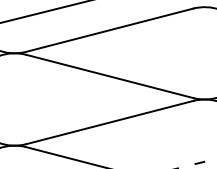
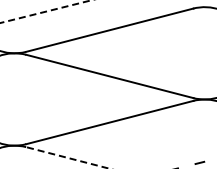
line at (46, 11): solid -> dashed
line at (67, 157): solid -> dashed
